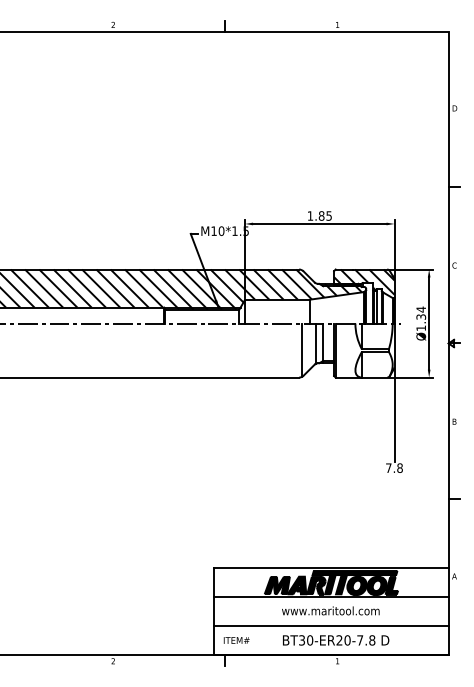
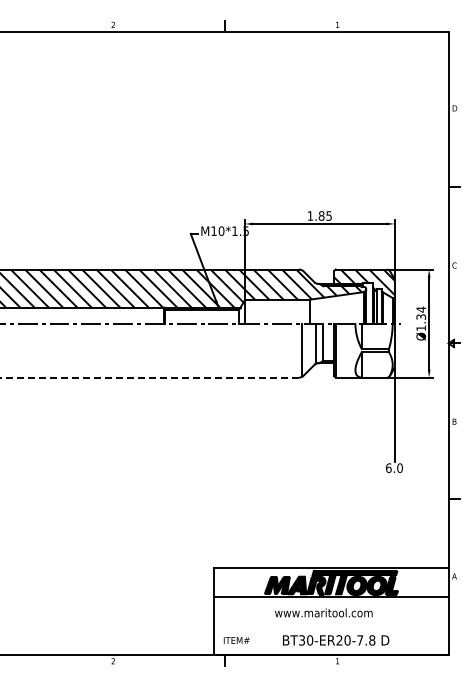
line at (149, 377): solid -> dashed
text at (394, 467): 7.8 -> 6.0
text at (330, 610) position: (330, 610) -> (323, 612)
line at (331, 626): present -> none
